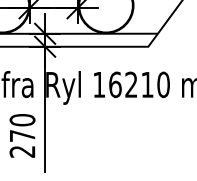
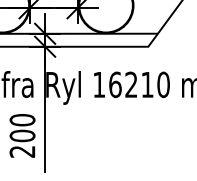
text at (22, 135): 270 -> 200
